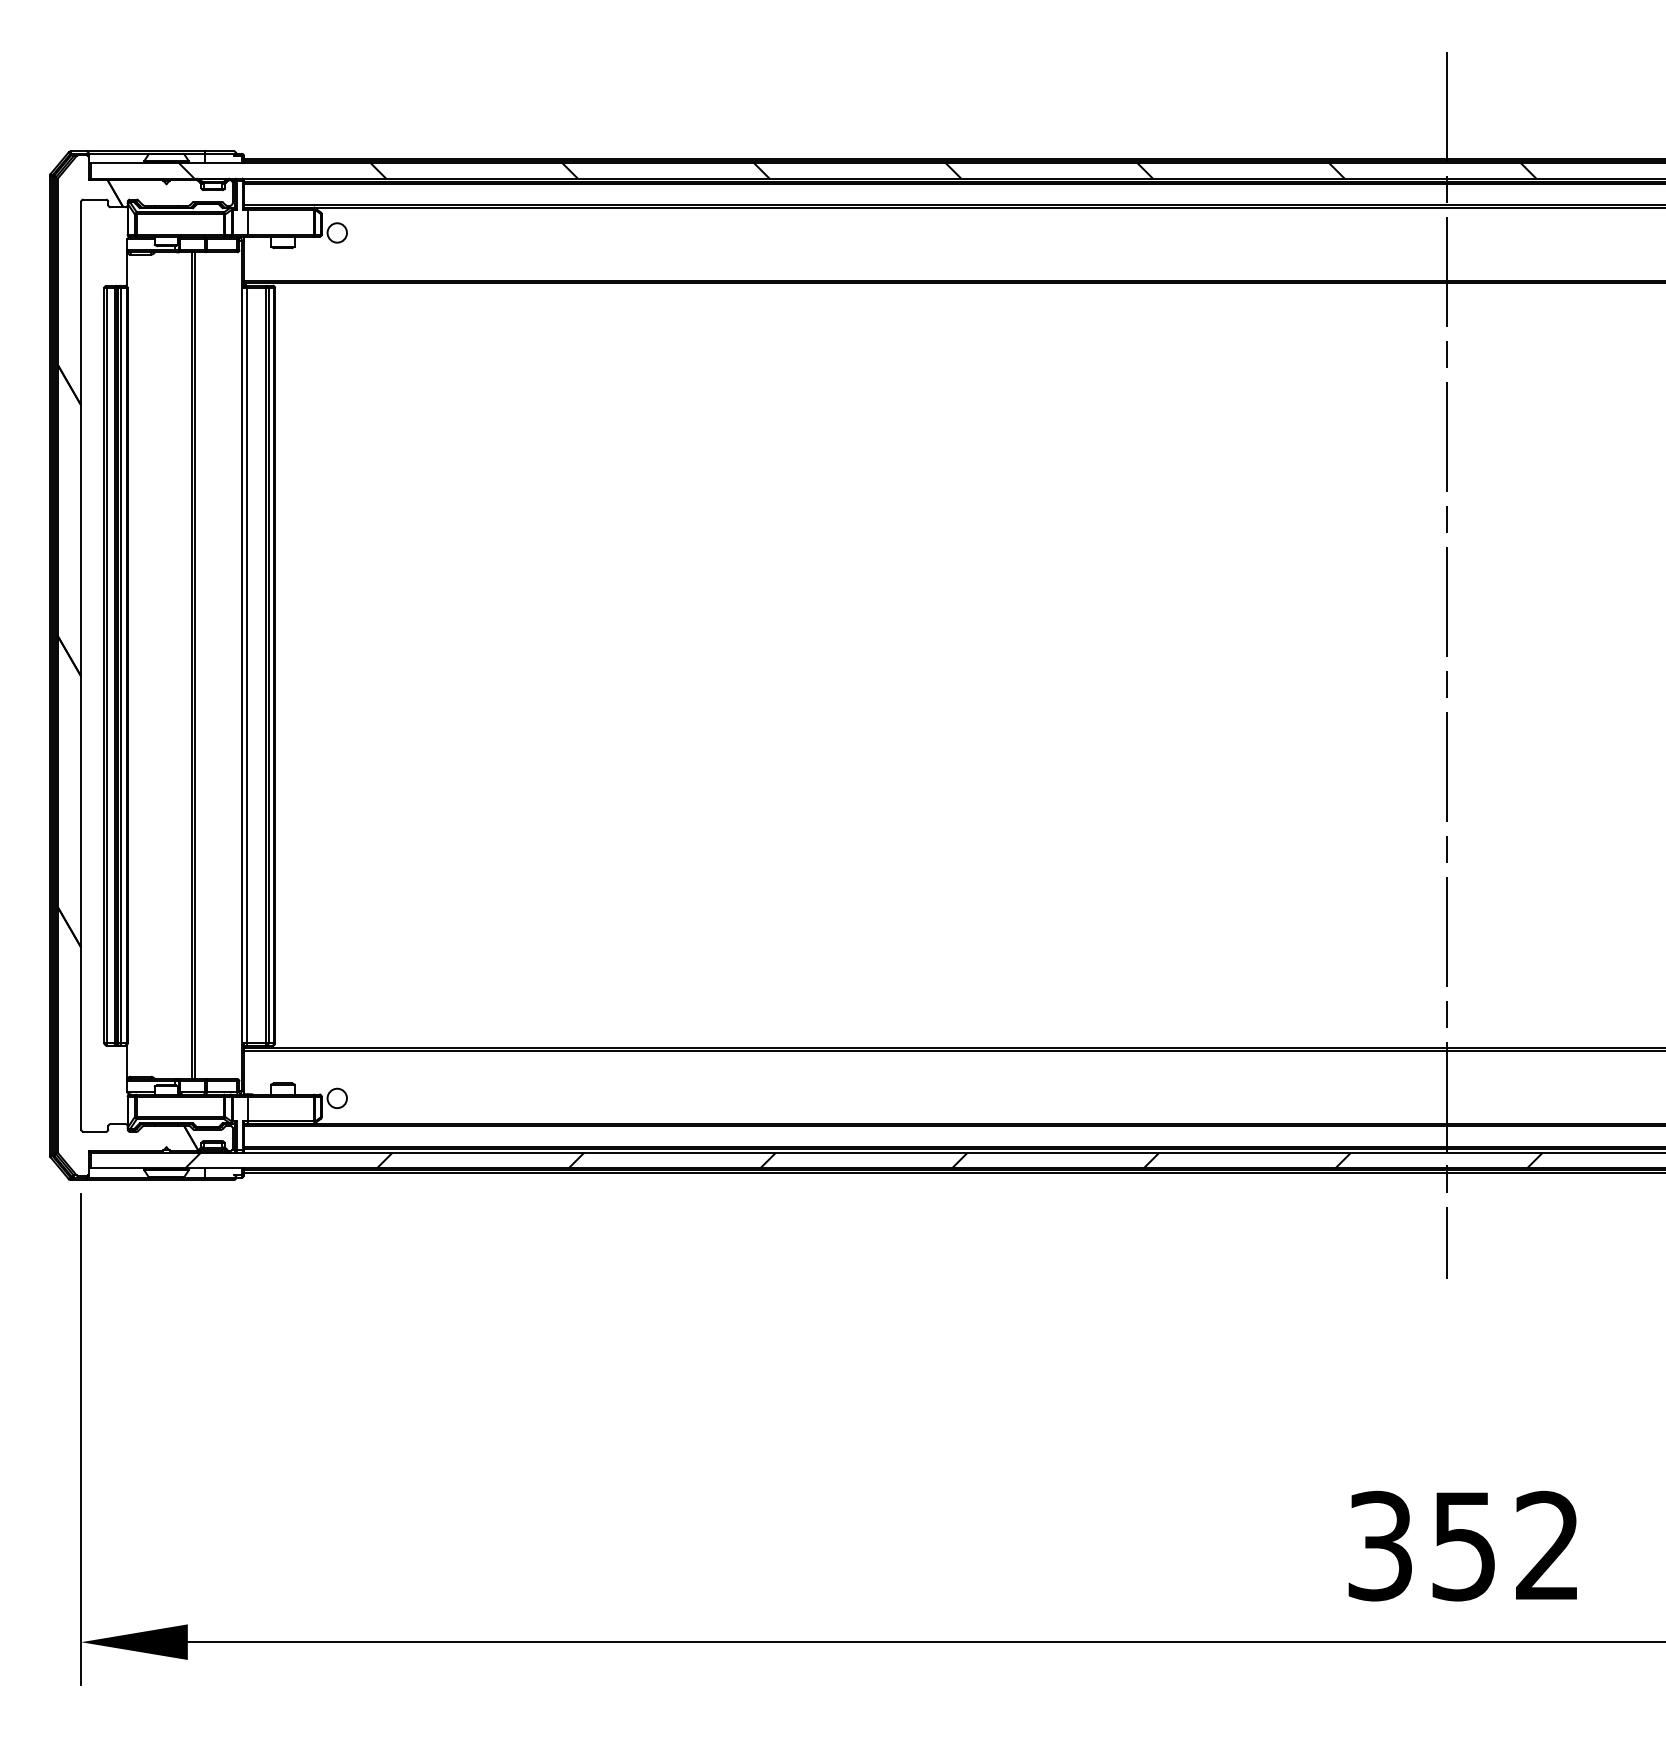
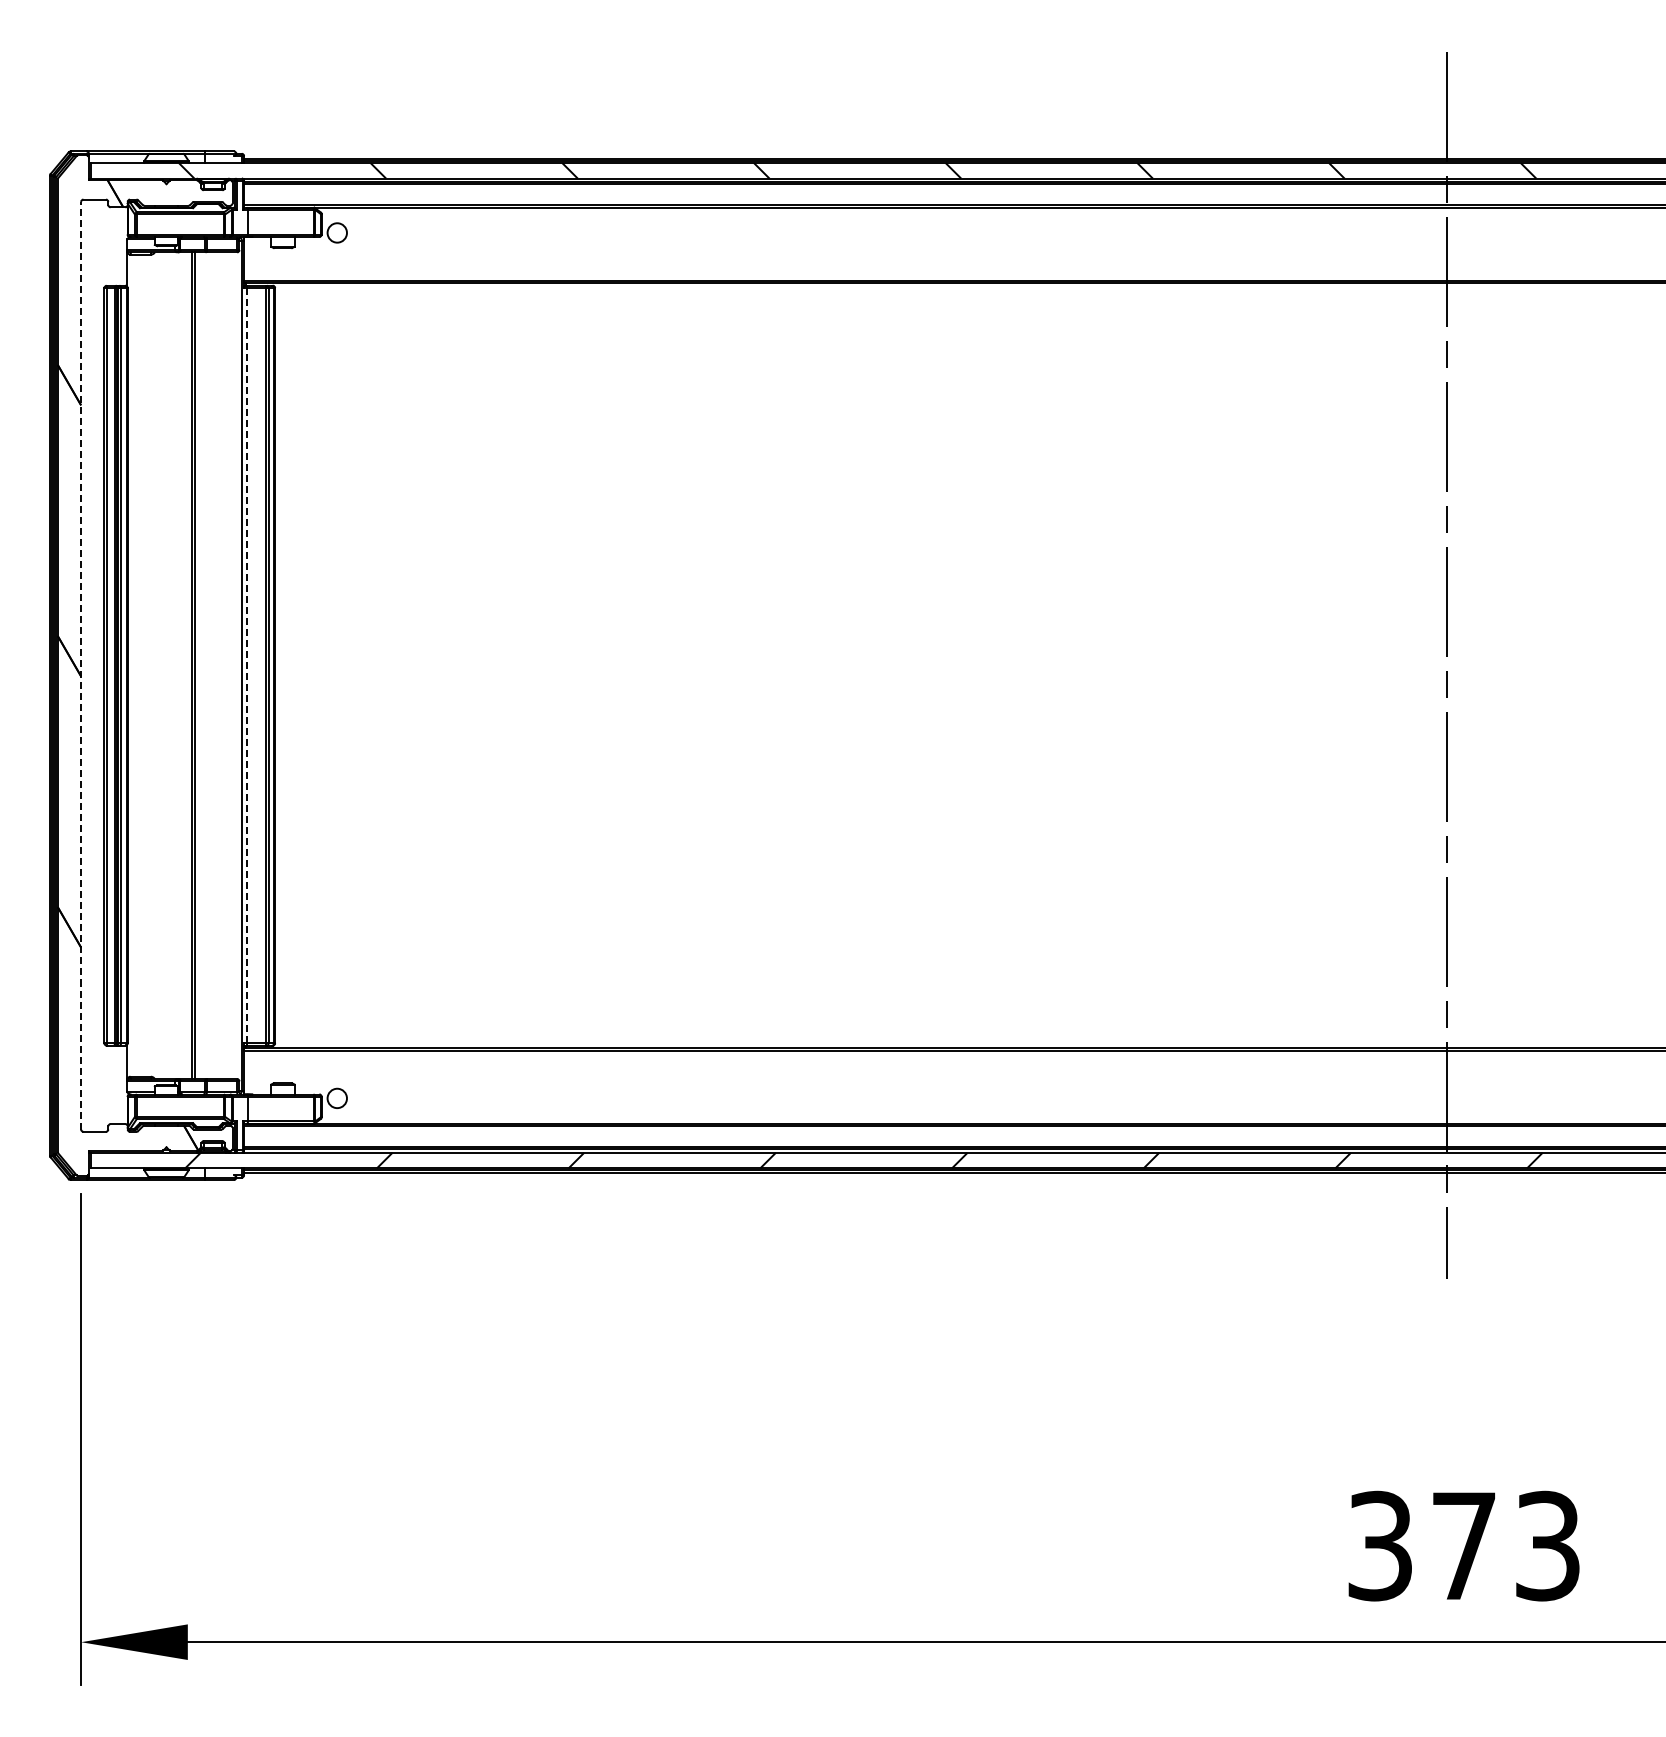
line at (81, 665): solid -> dashed
line at (247, 665): solid -> dashed
text at (1505, 1546): 352 -> 373
